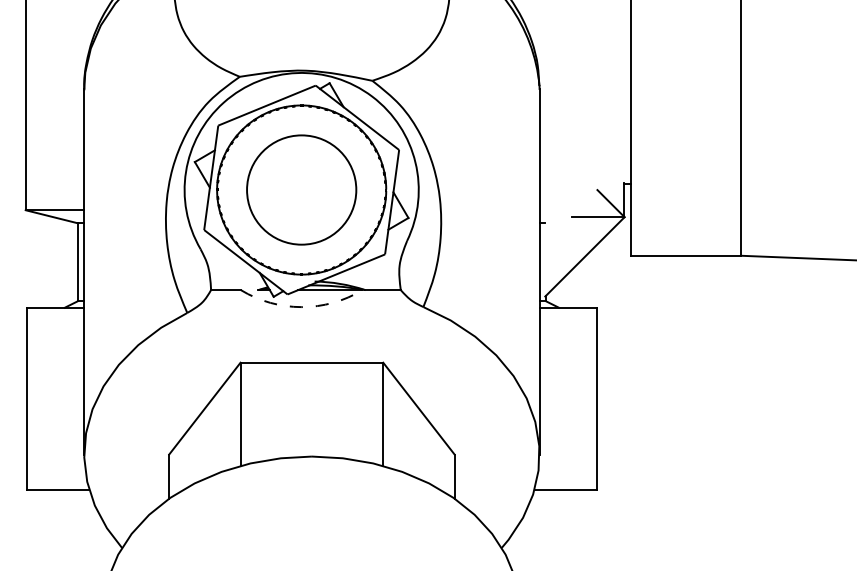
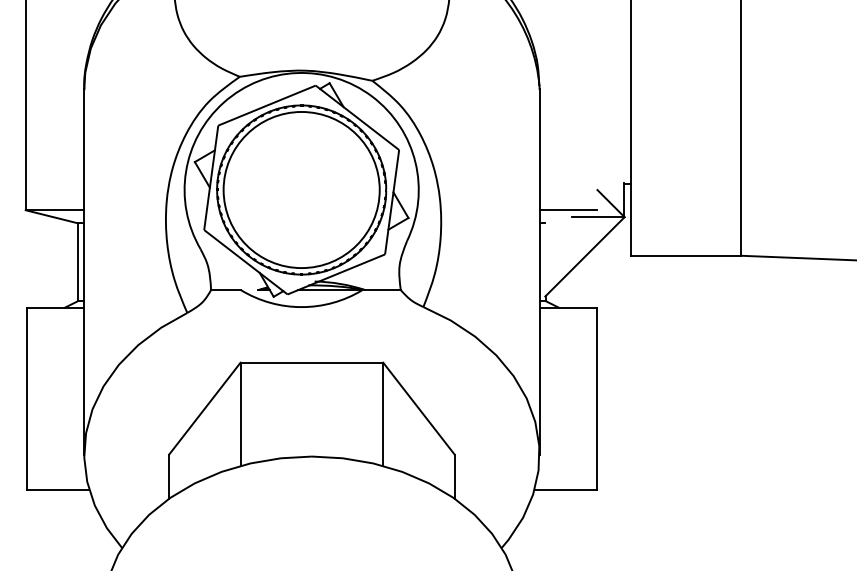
circle at (301, 189) diameter: 109 px -> 156 px
line at (568, 210): none -> present
arc at (301, 307): dashed -> solid
